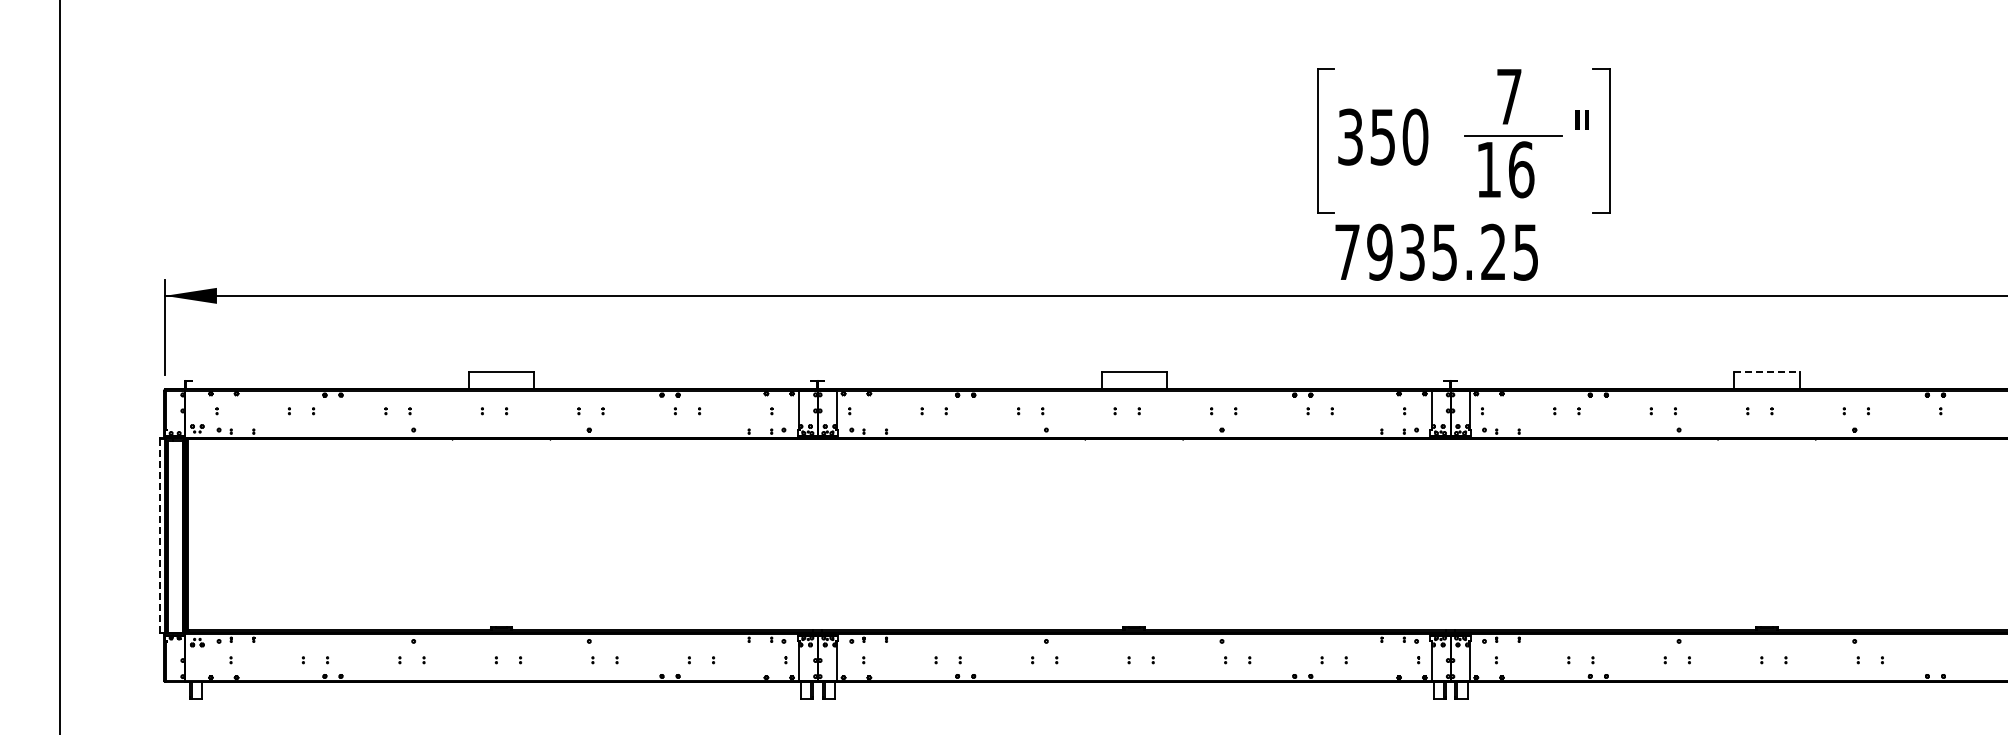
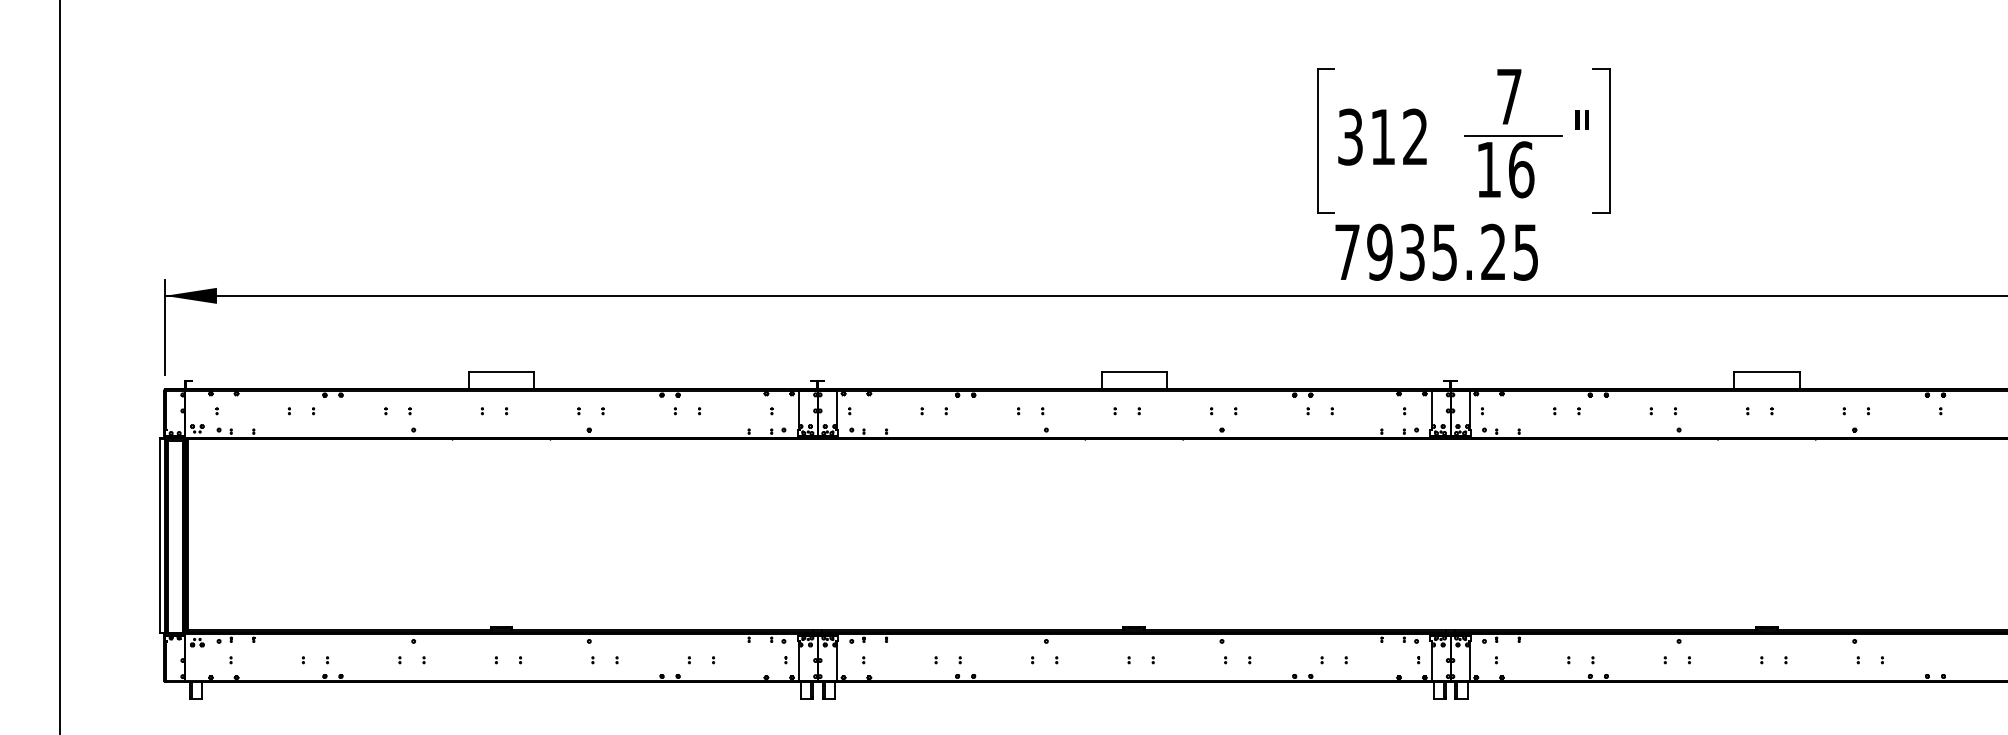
text at (1399, 136): 350 -> 312
line at (1766, 372): dashed -> solid
line at (160, 535): dashed -> solid
